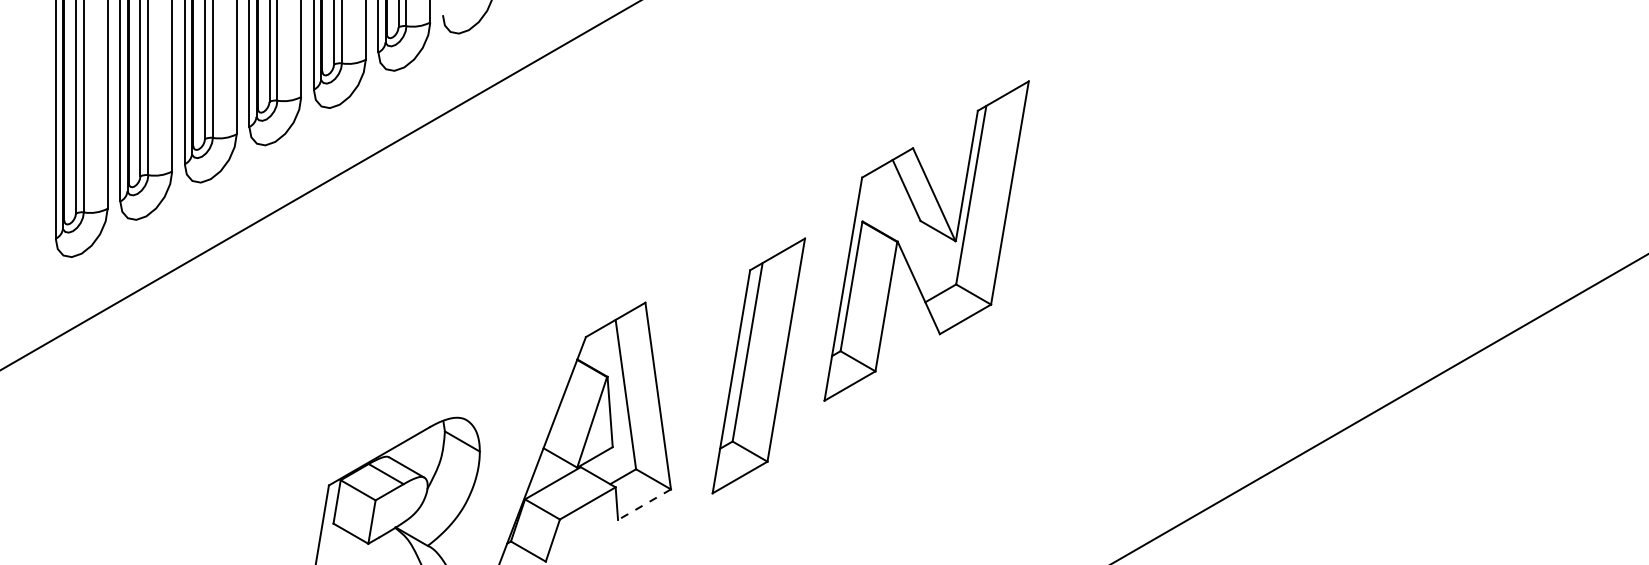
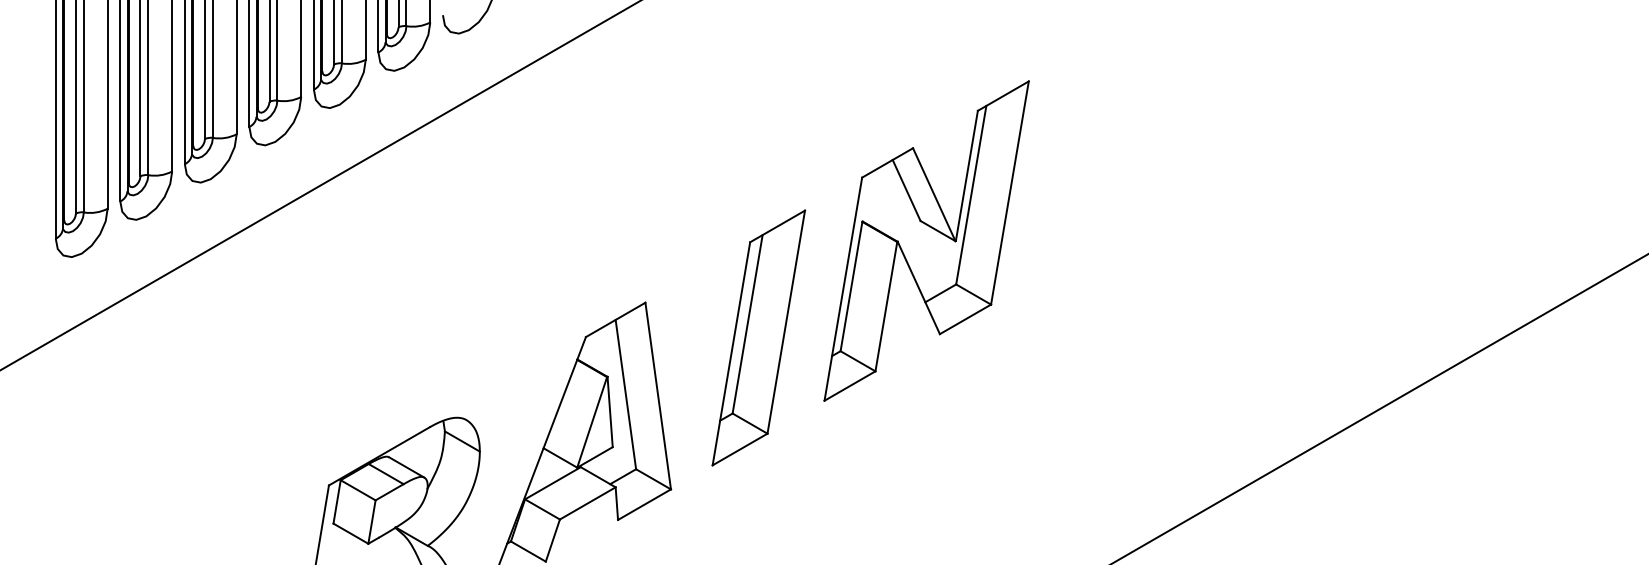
part at (758, 365) position: (758, 365) -> (758, 337)
line at (644, 504): dashed -> solid
